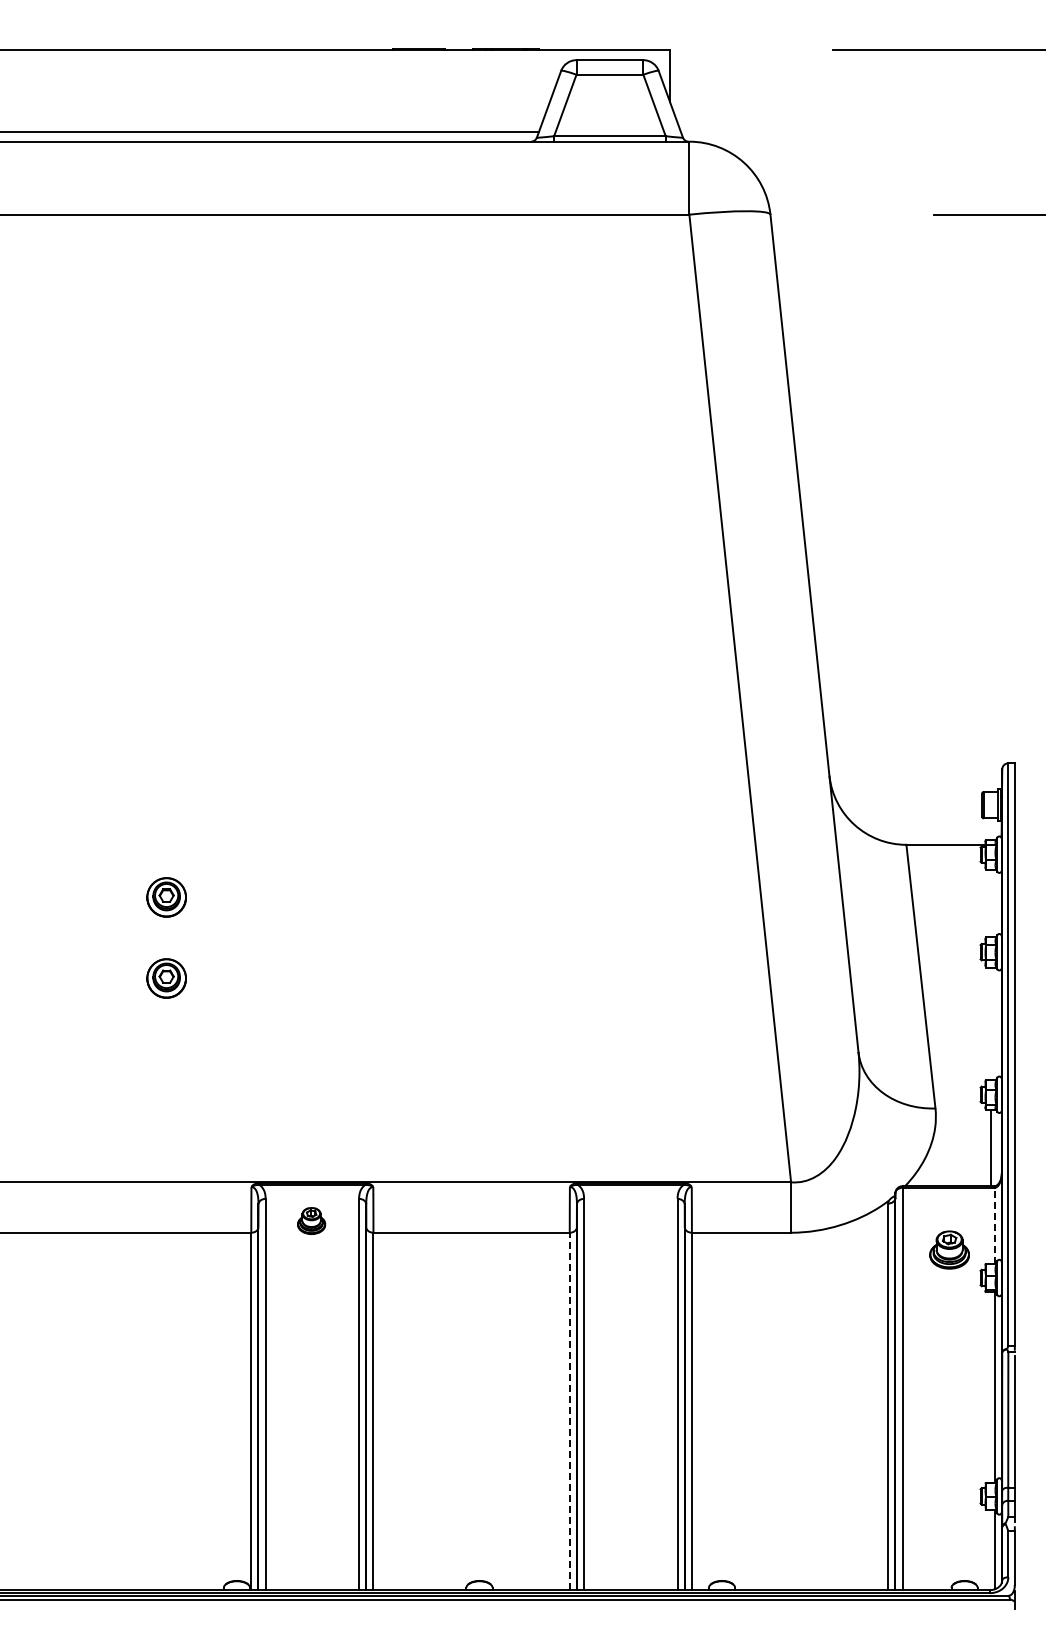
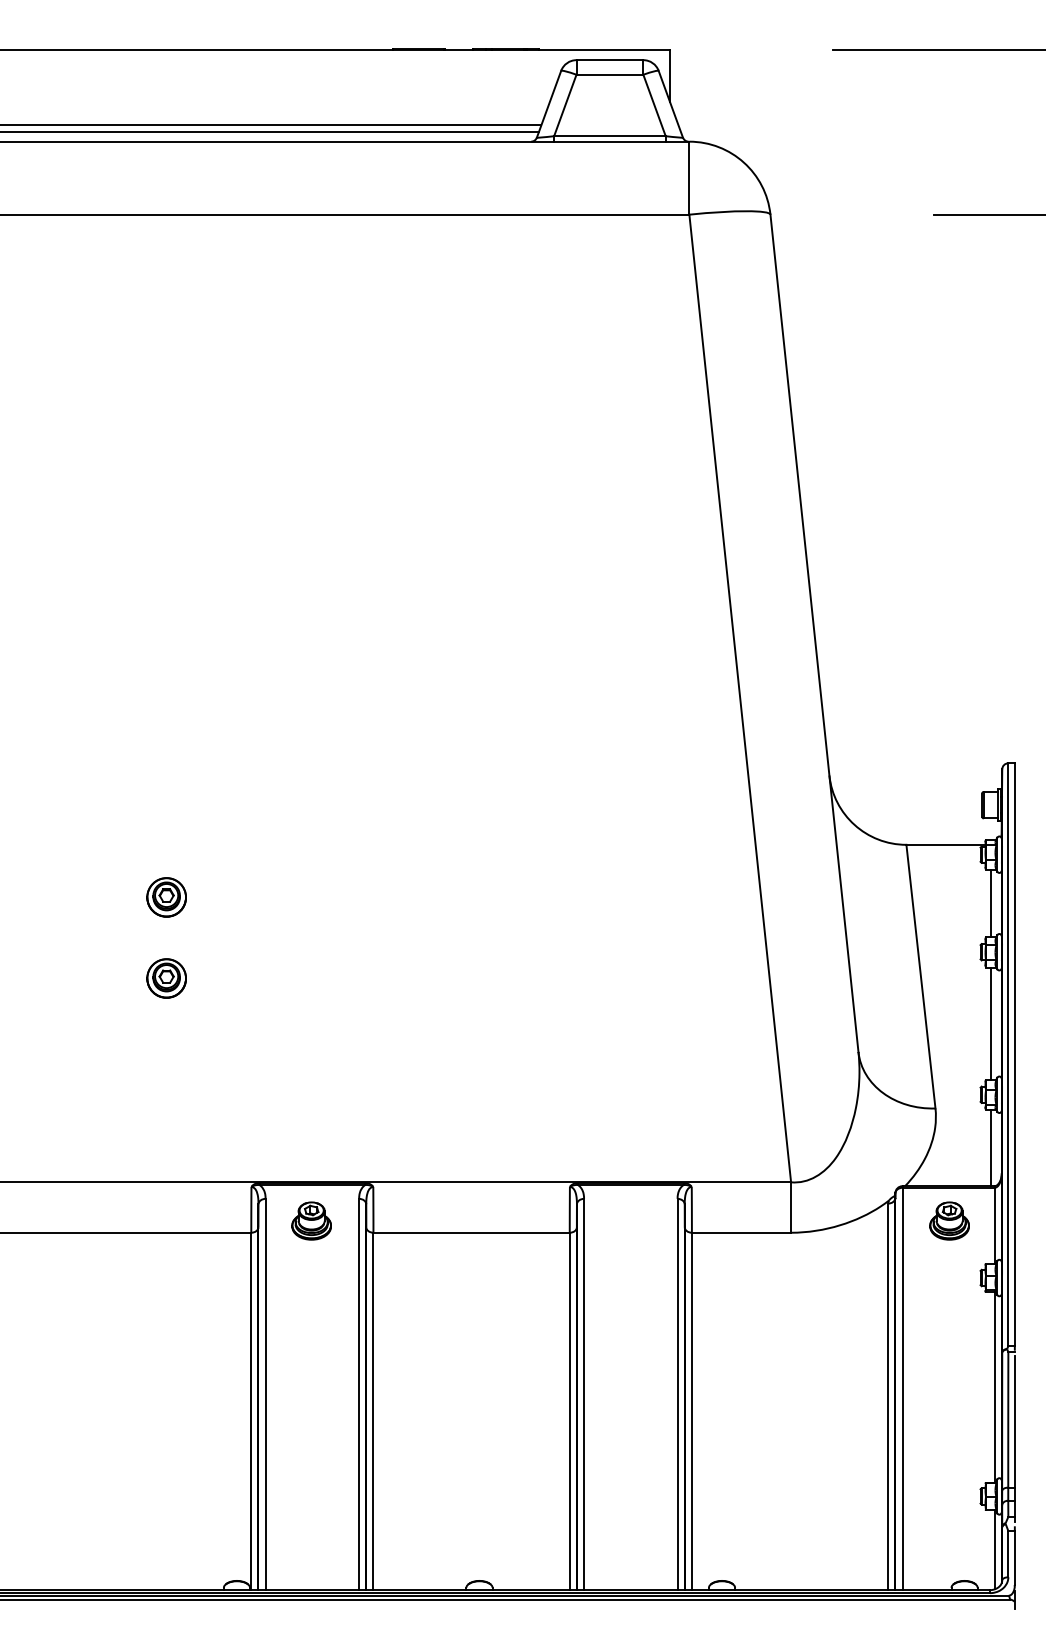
line at (271, 125): none -> present
line at (991, 902): none -> present
line at (991, 1023): none -> present
part at (311, 1220) size: 30x28 px -> 41x40 px
line at (994, 1225): dashed -> solid
part at (949, 1249) position: (949, 1249) -> (949, 1220)
line at (569, 1411): dashed -> solid
